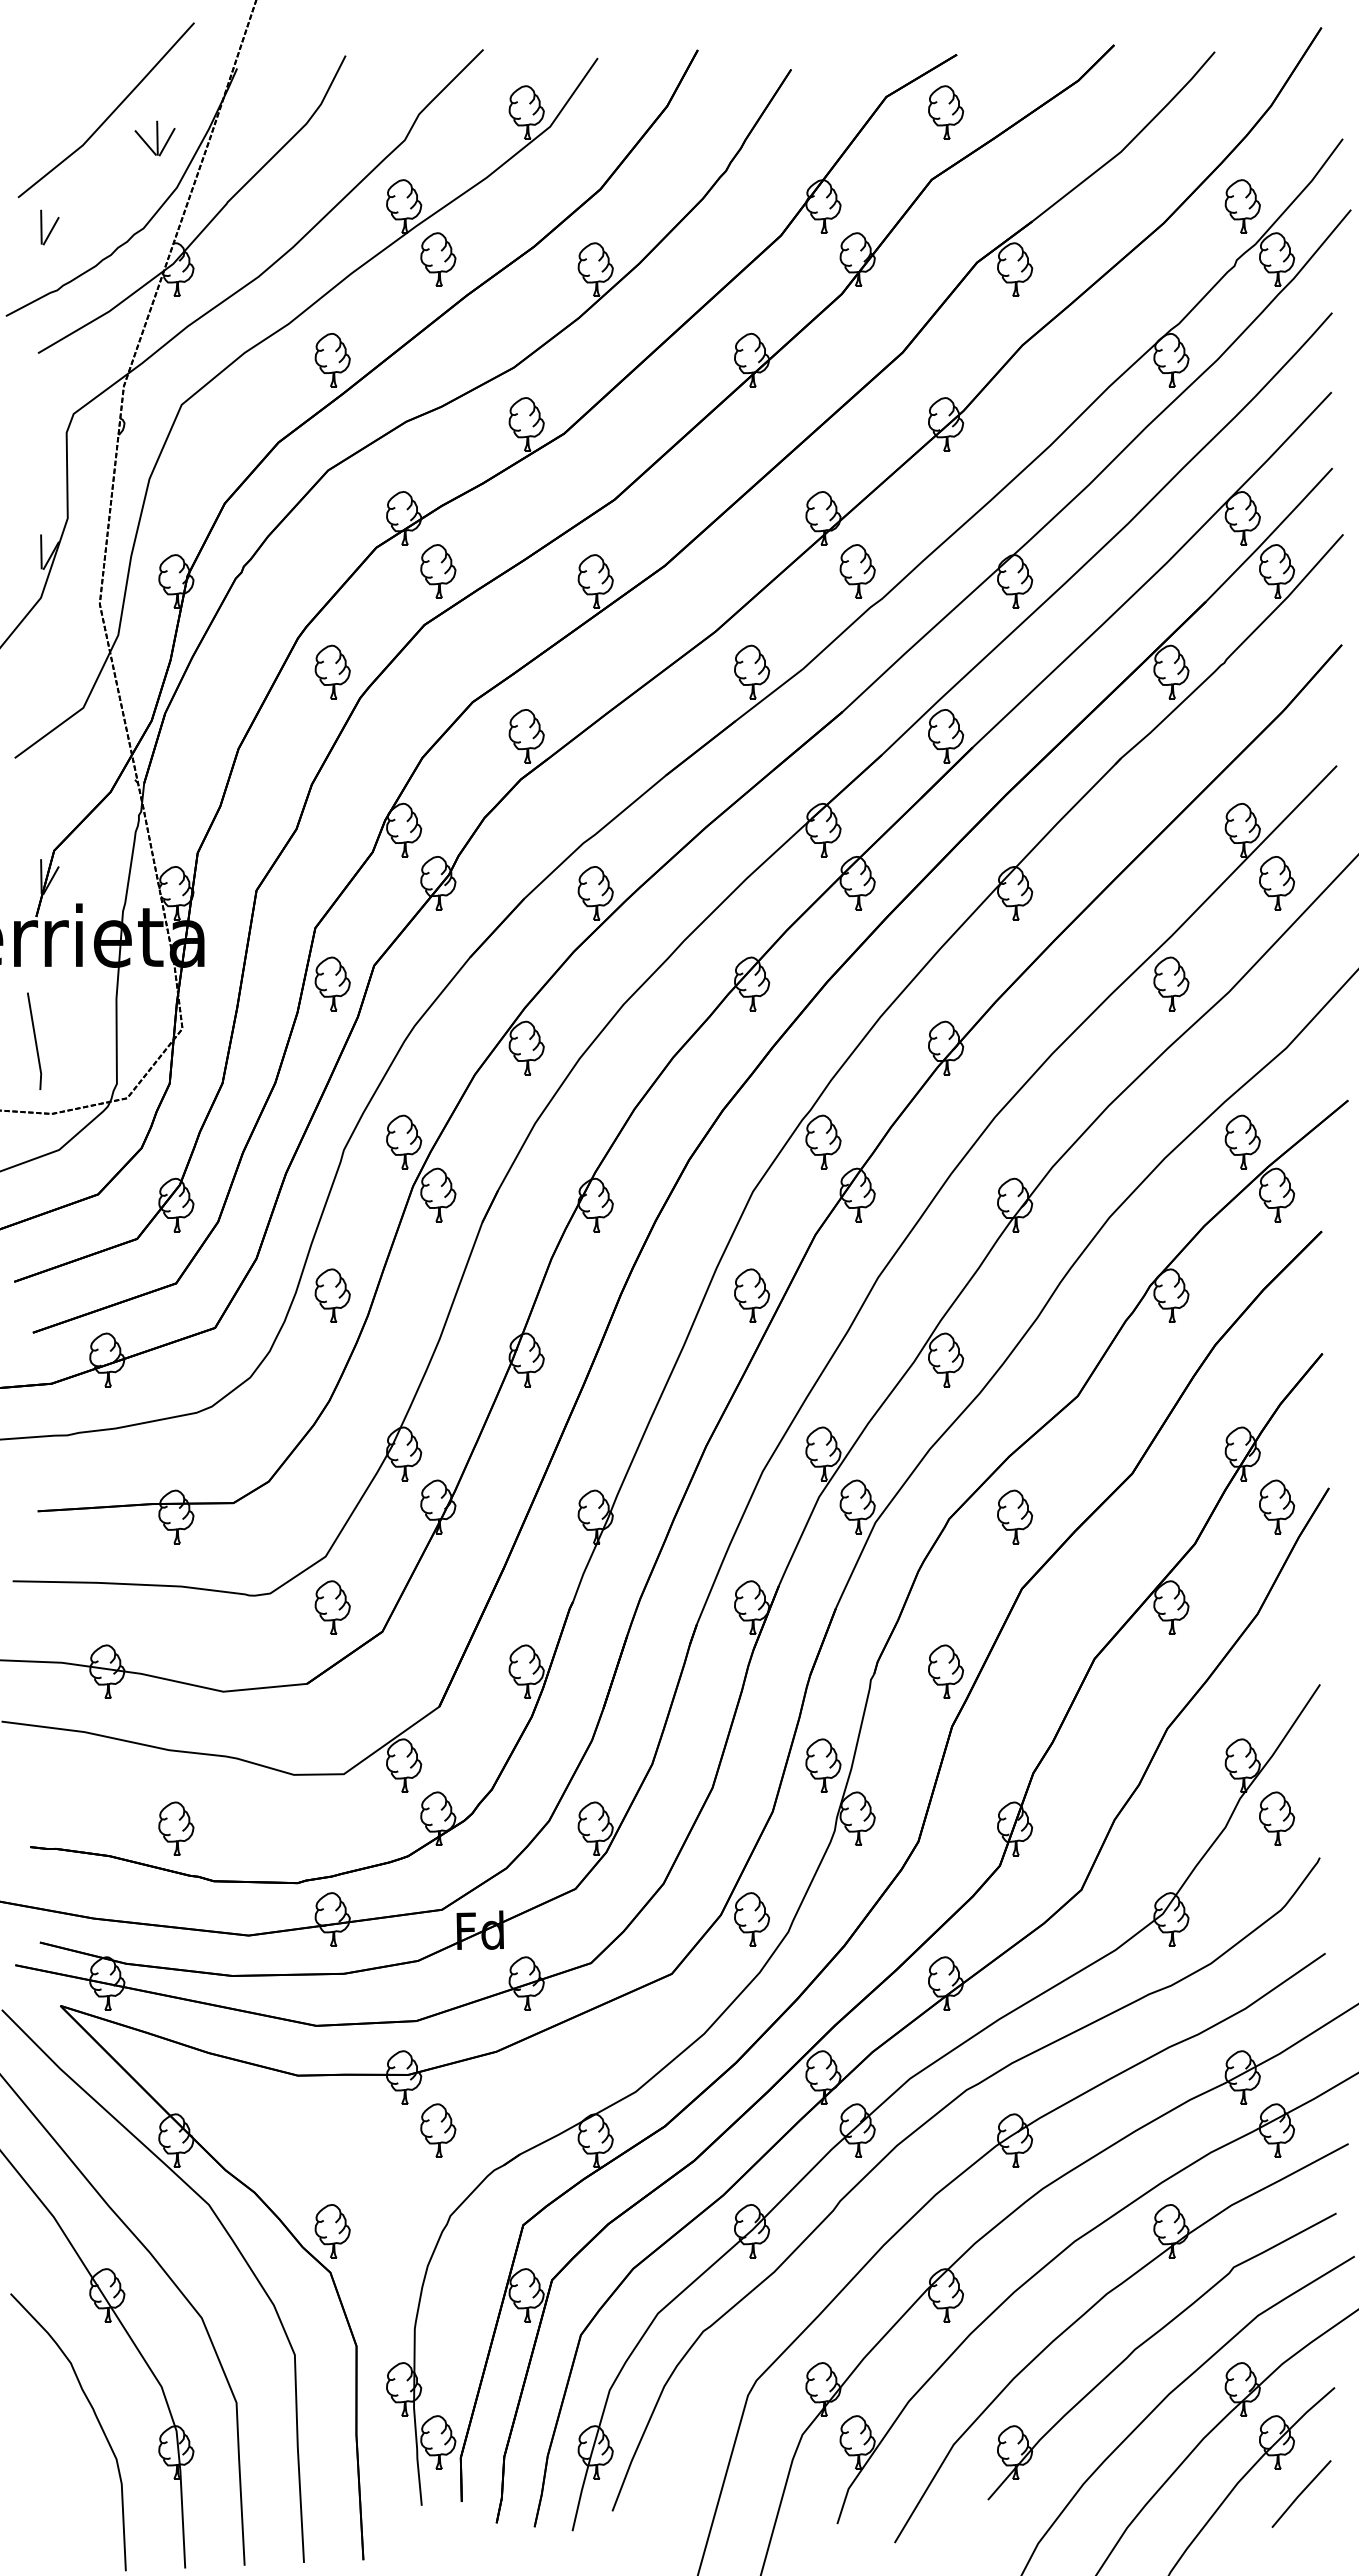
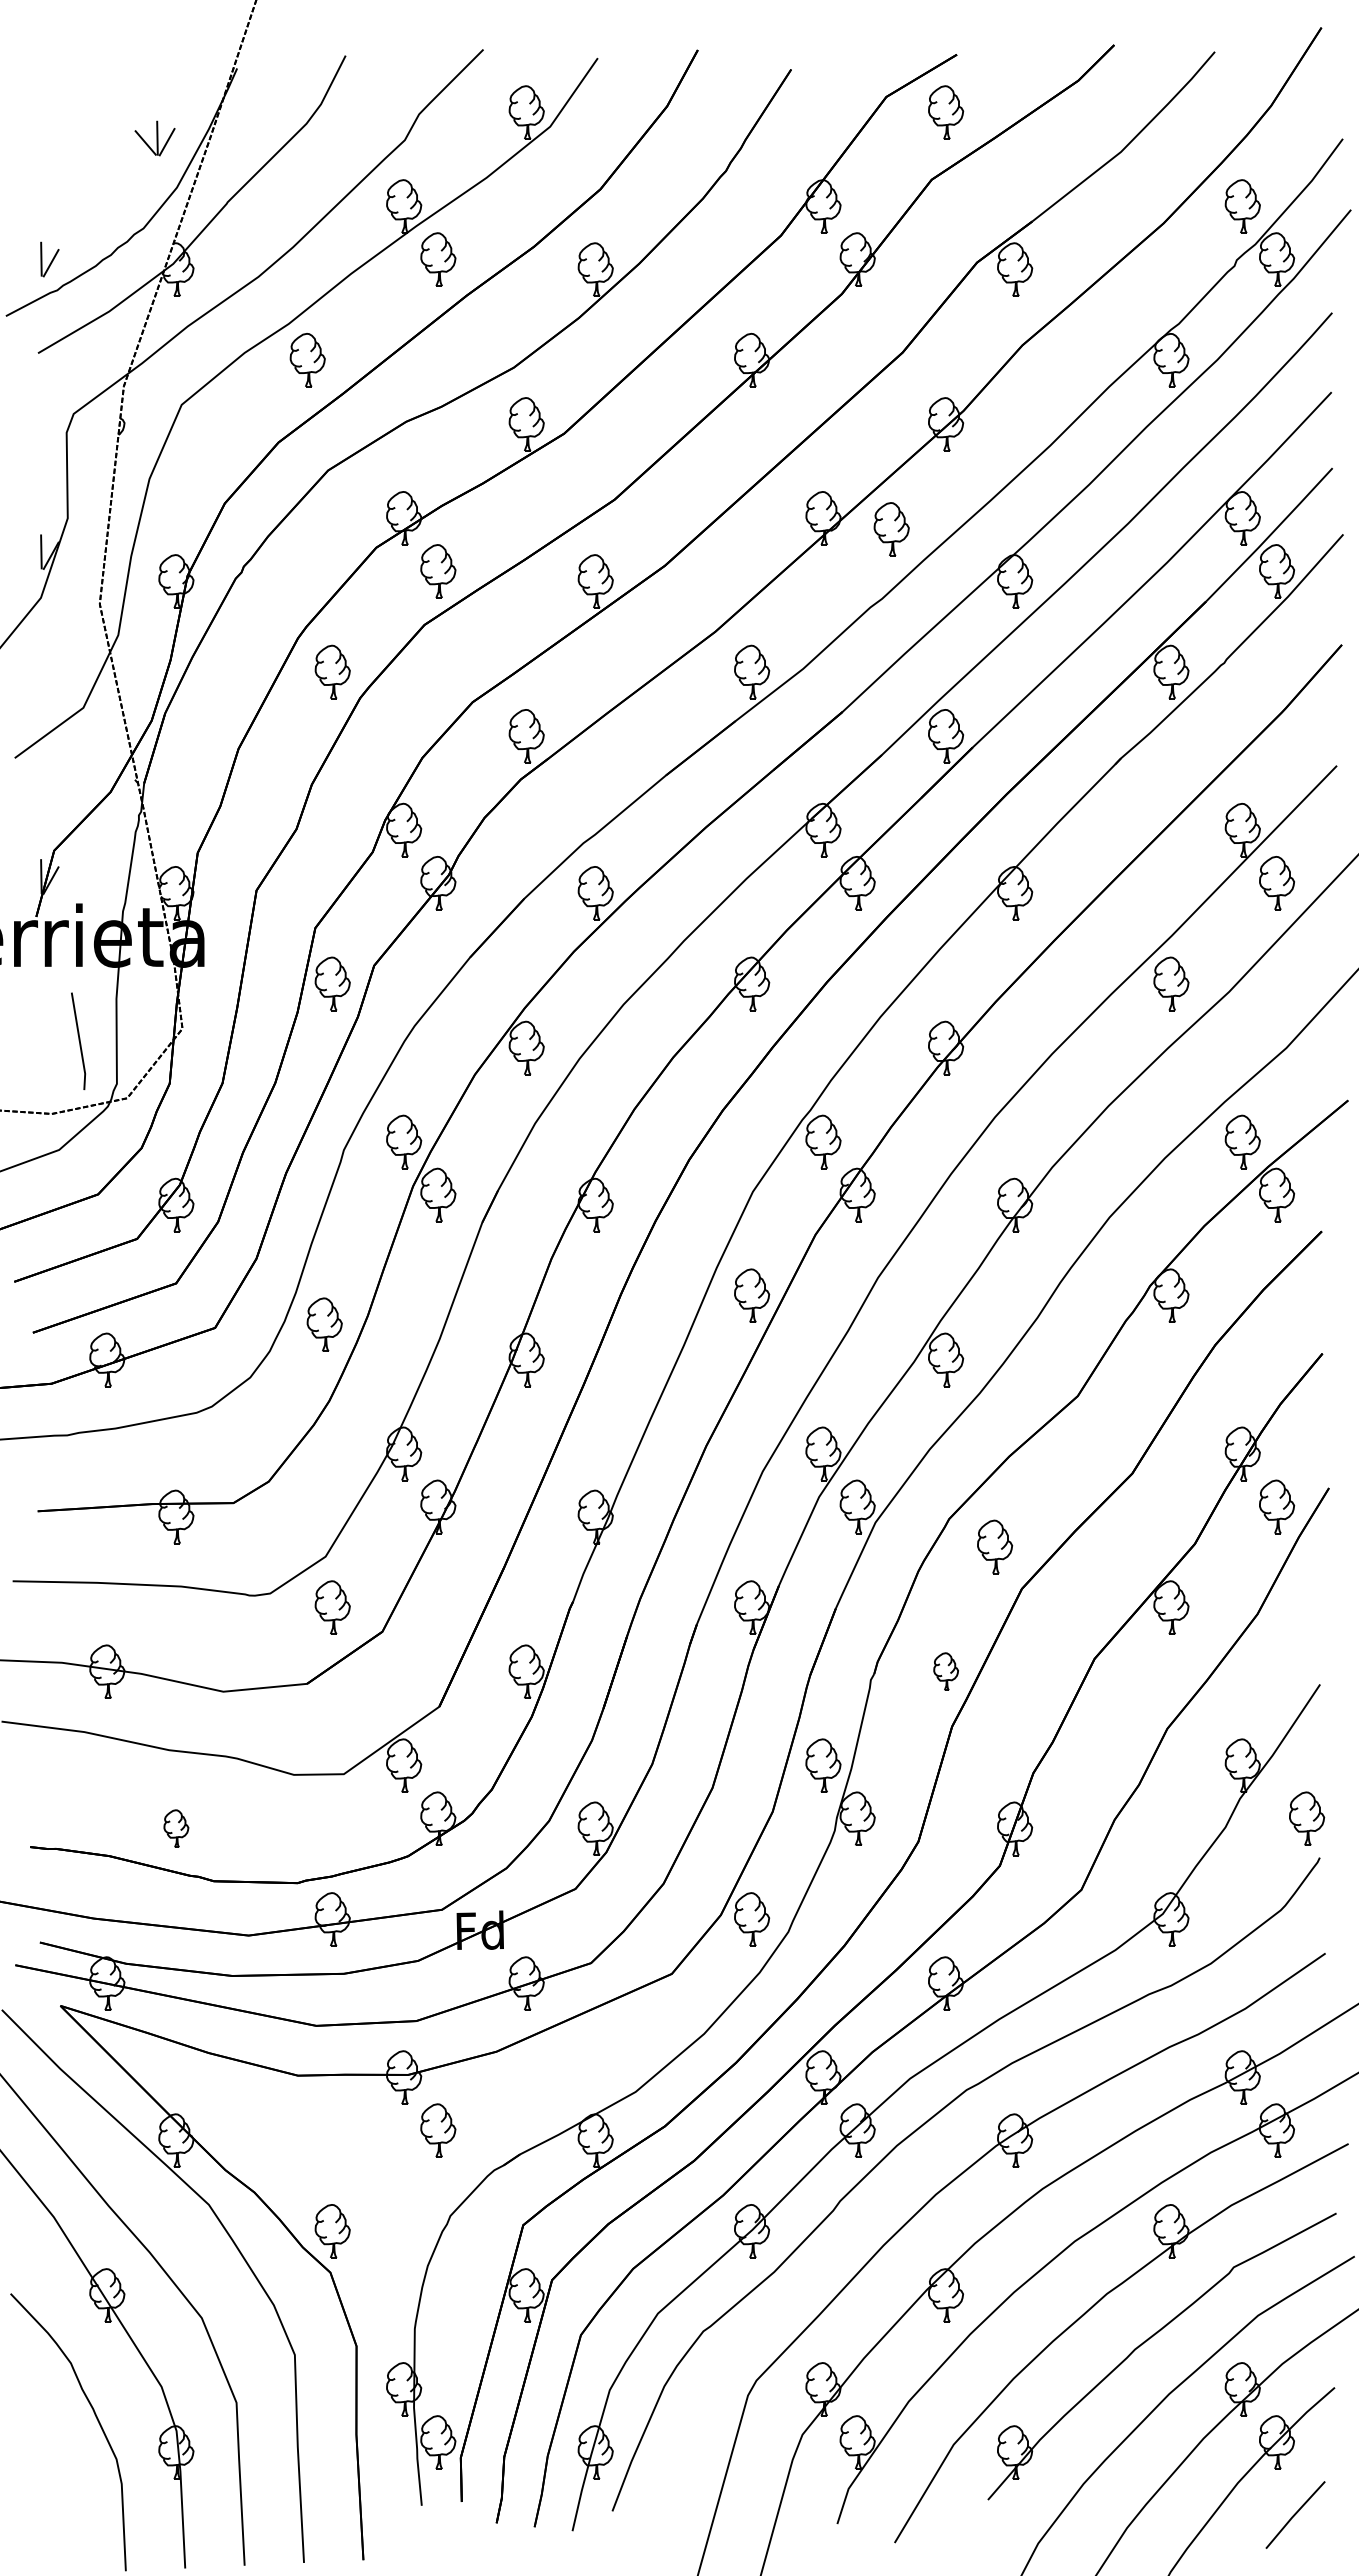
line at (109, 114): present -> none
part at (49, 227) position: (49, 227) -> (49, 259)
part at (332, 360) position: (332, 360) -> (307, 360)
part at (857, 571) position: (857, 571) -> (891, 529)
line at (34, 1040) position: (34, 1040) -> (78, 1040)
part at (332, 1295) position: (332, 1295) -> (324, 1324)
part at (1015, 1516) position: (1015, 1516) -> (995, 1546)
part at (946, 1671) size: 37x55 px -> 26x39 px
part at (1277, 1818) position: (1277, 1818) -> (1307, 1818)
part at (176, 1828) size: 37x55 px -> 27x39 px
line at (1301, 2493) position: (1301, 2493) -> (1295, 2514)
